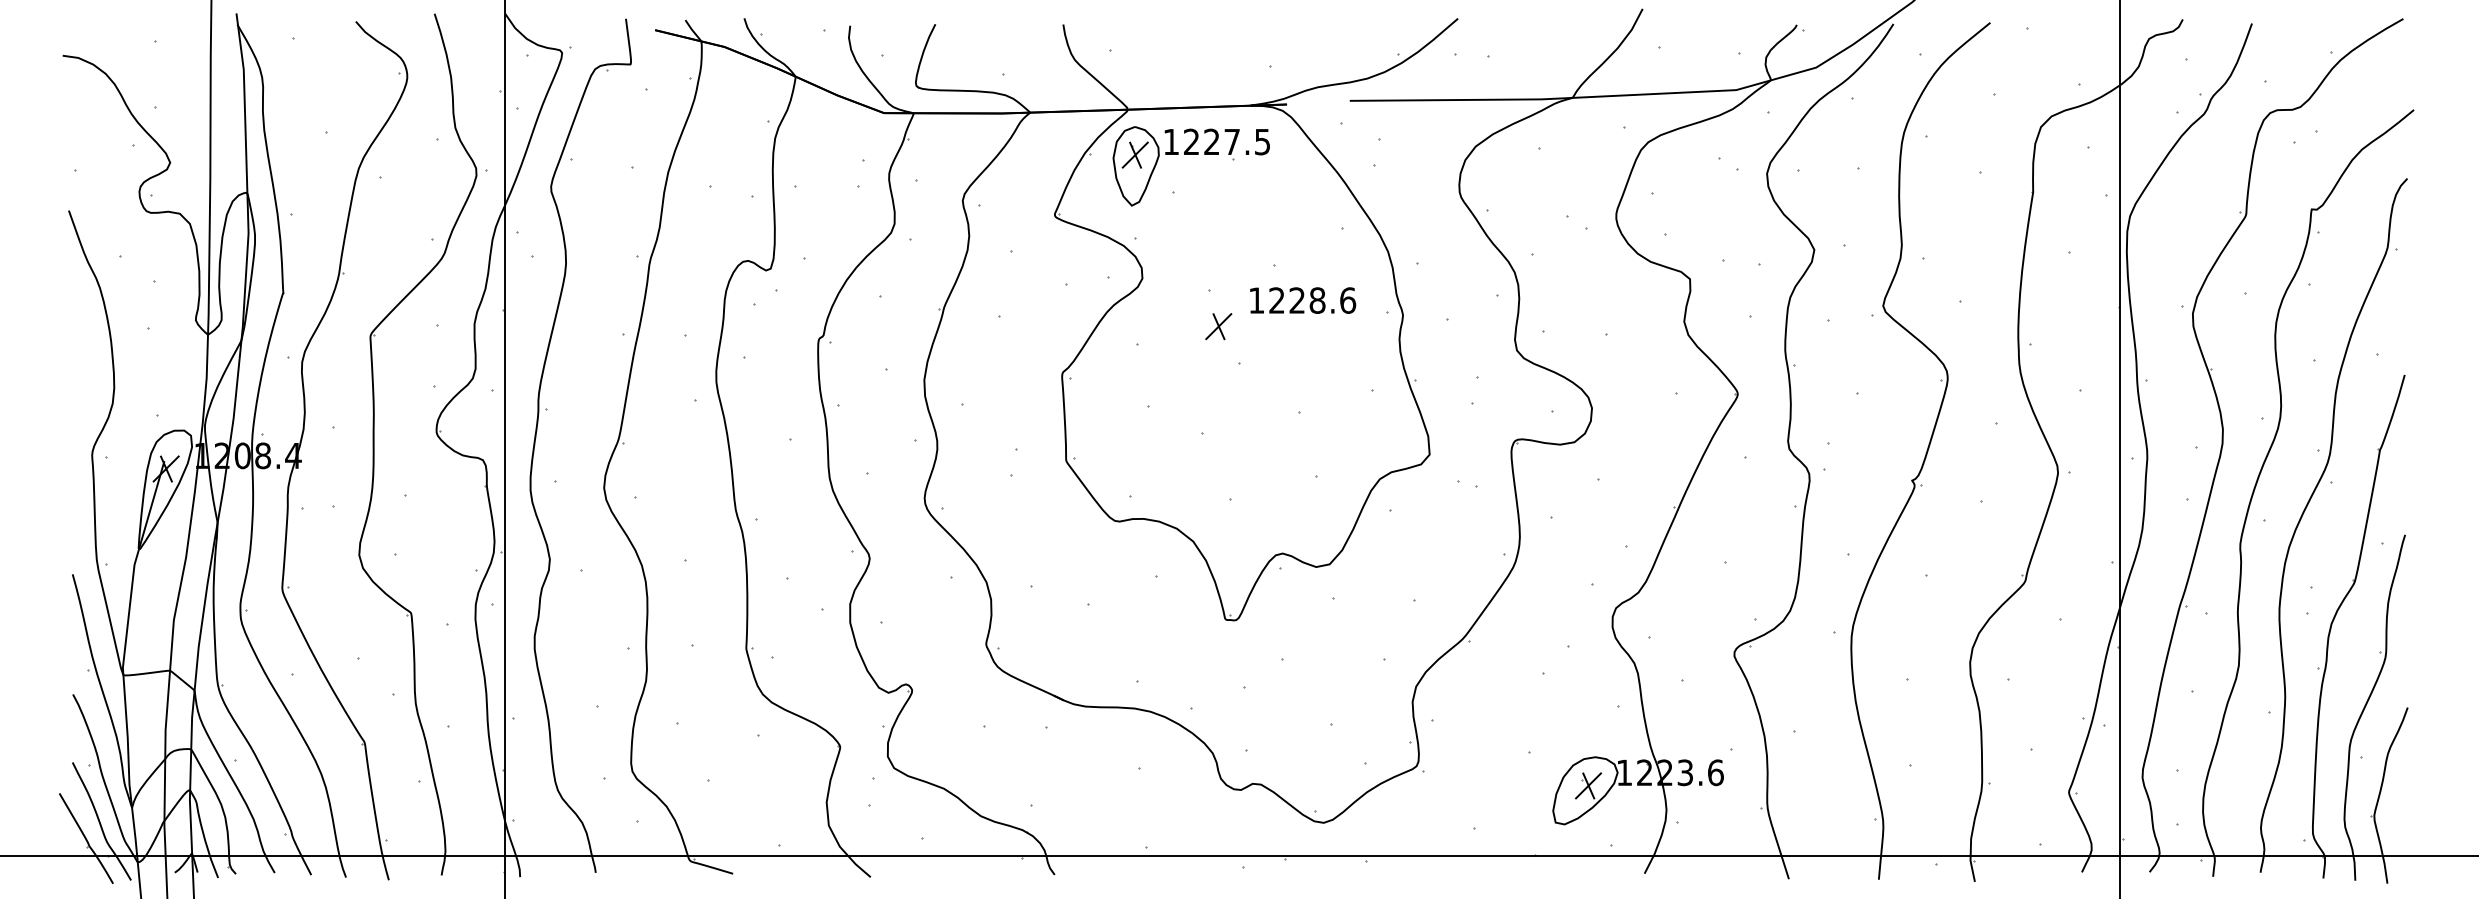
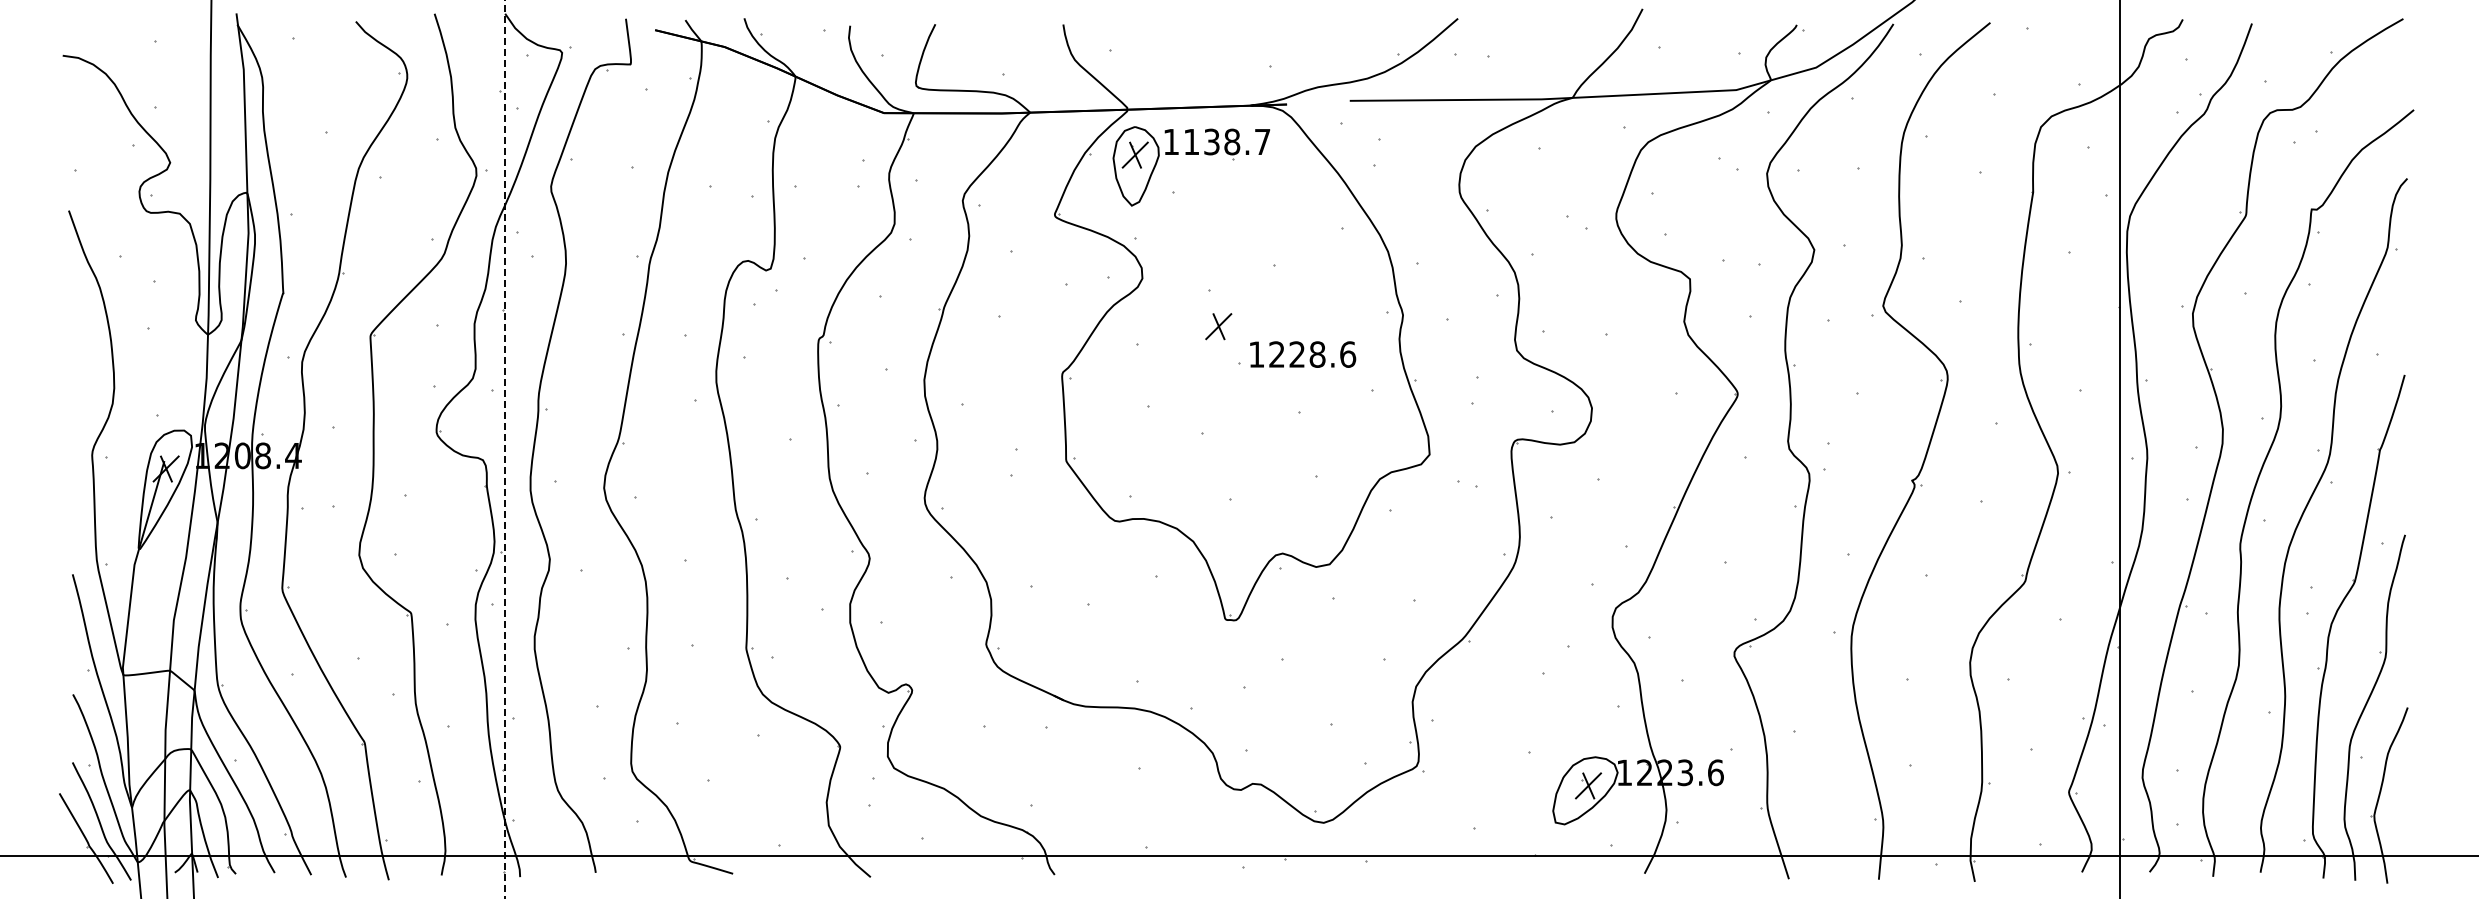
text at (1227, 141): 1227.5 -> 1138.7
text at (1303, 300) position: (1303, 300) -> (1303, 354)
line at (504, 449): solid -> dashed
